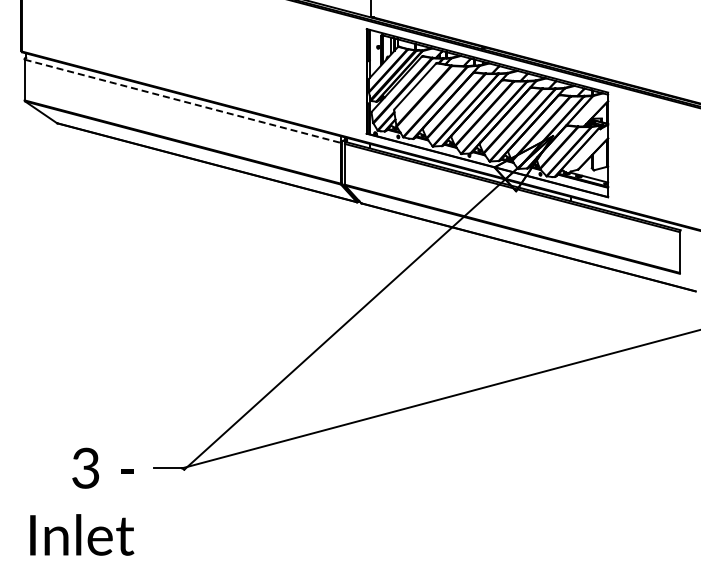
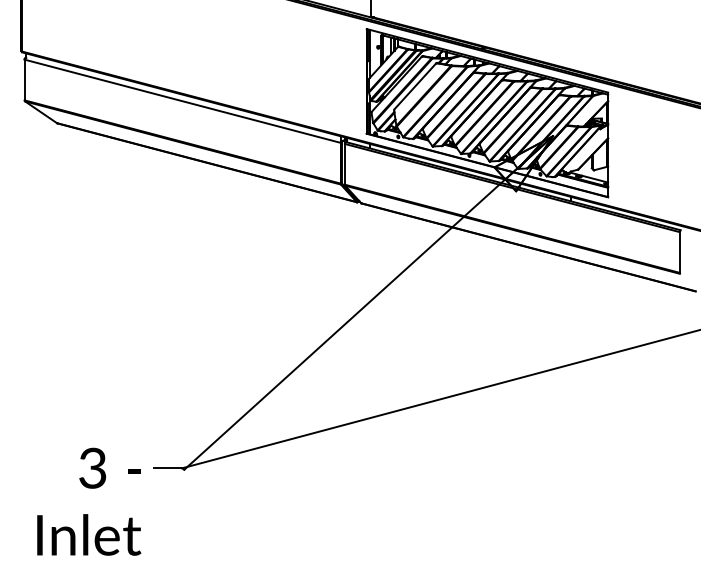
line at (183, 101): dashed -> solid
text at (82, 501) position: (82, 501) -> (89, 501)
